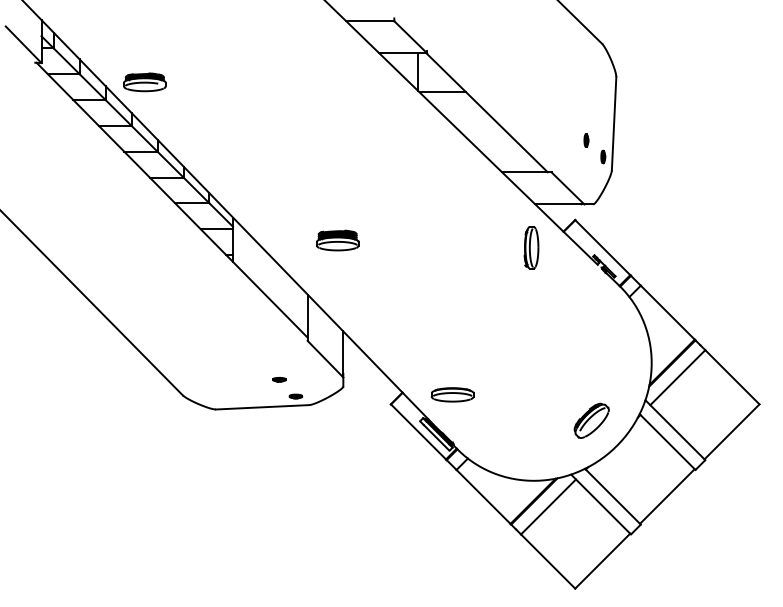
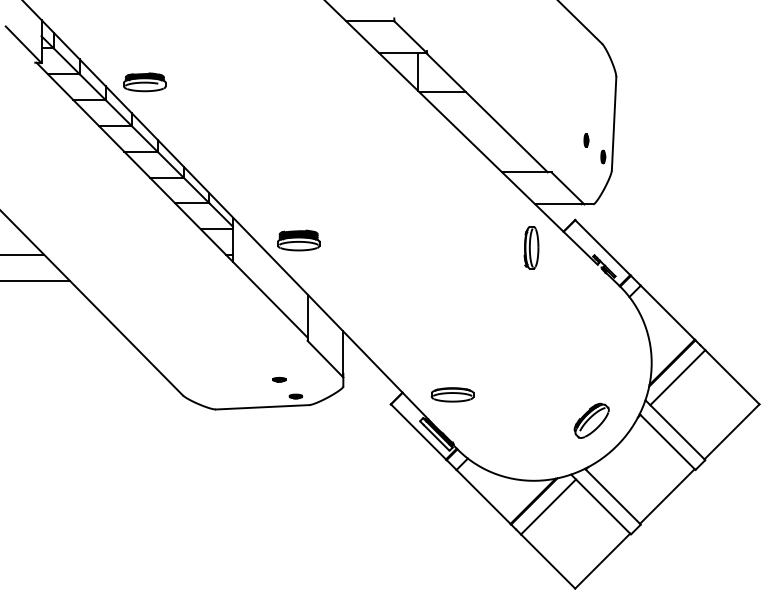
part at (337, 240) position: (337, 240) -> (298, 240)
line at (23, 255): none -> present
line at (35, 280): none -> present
